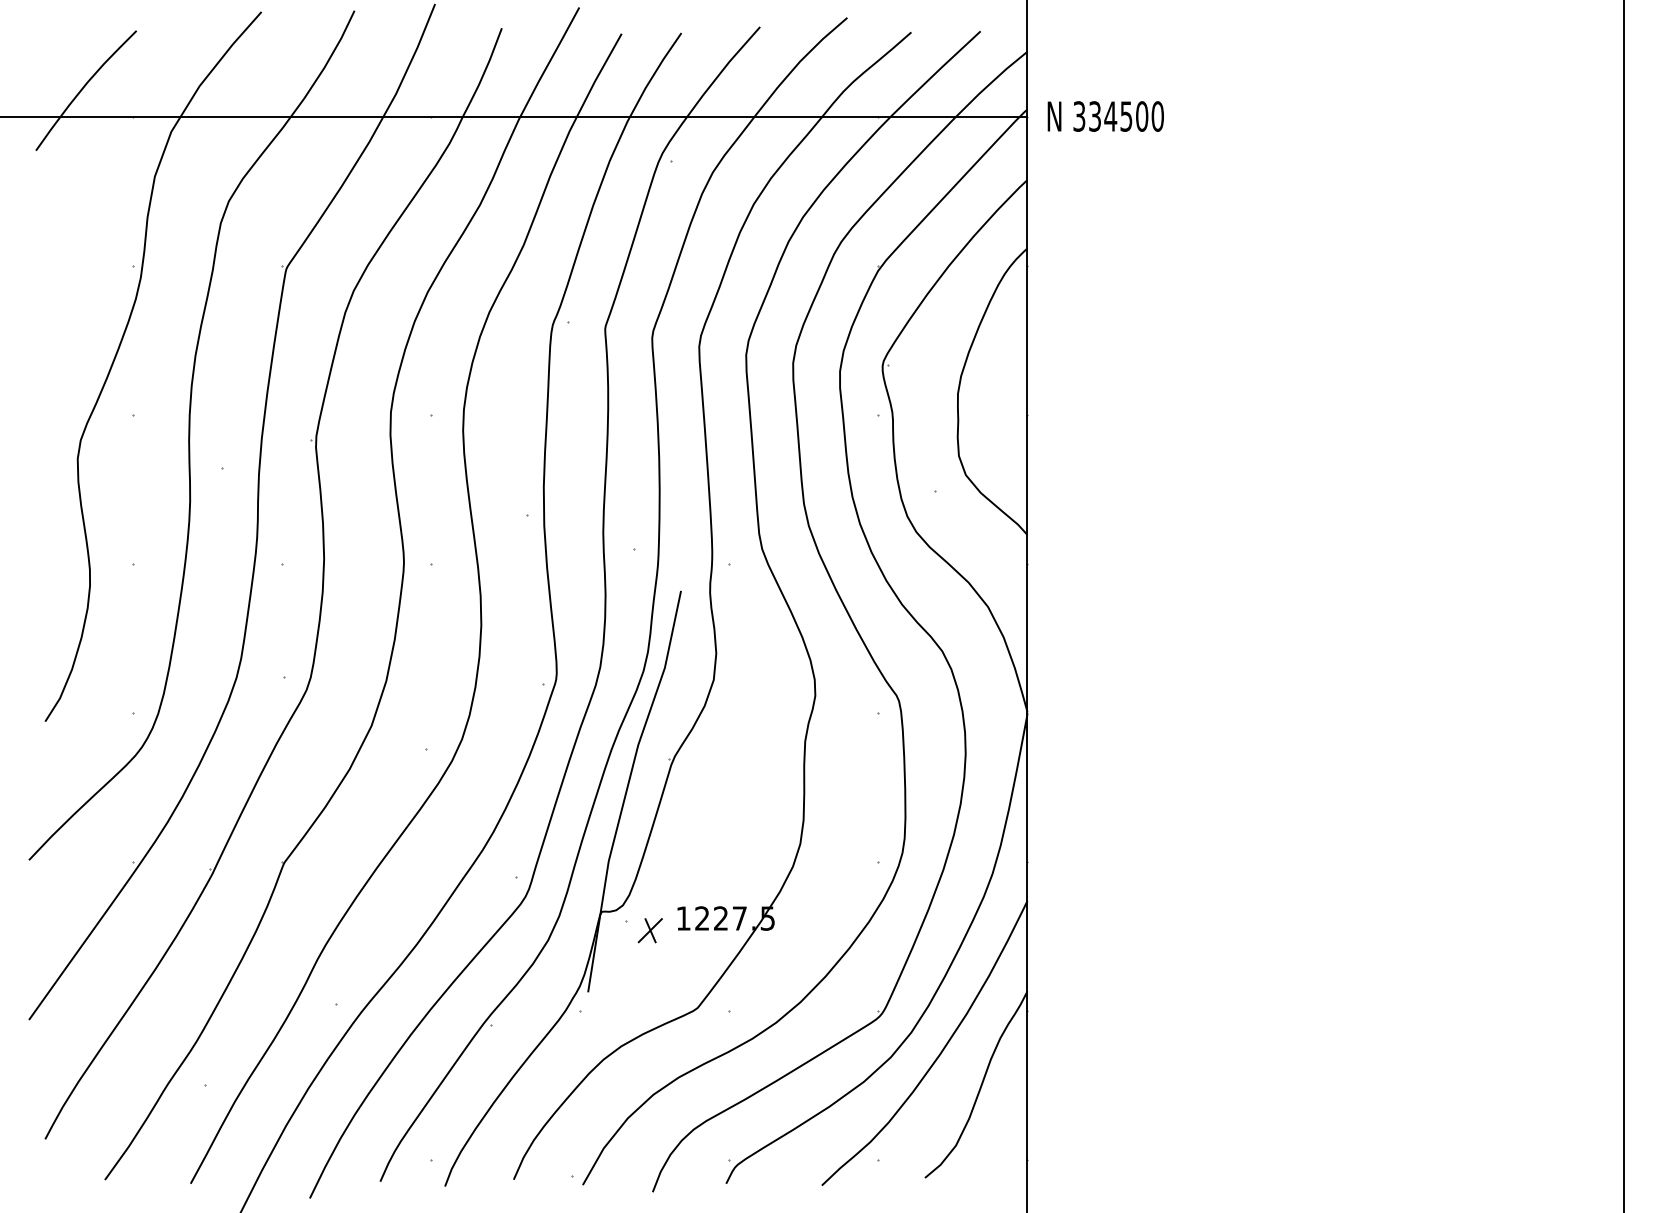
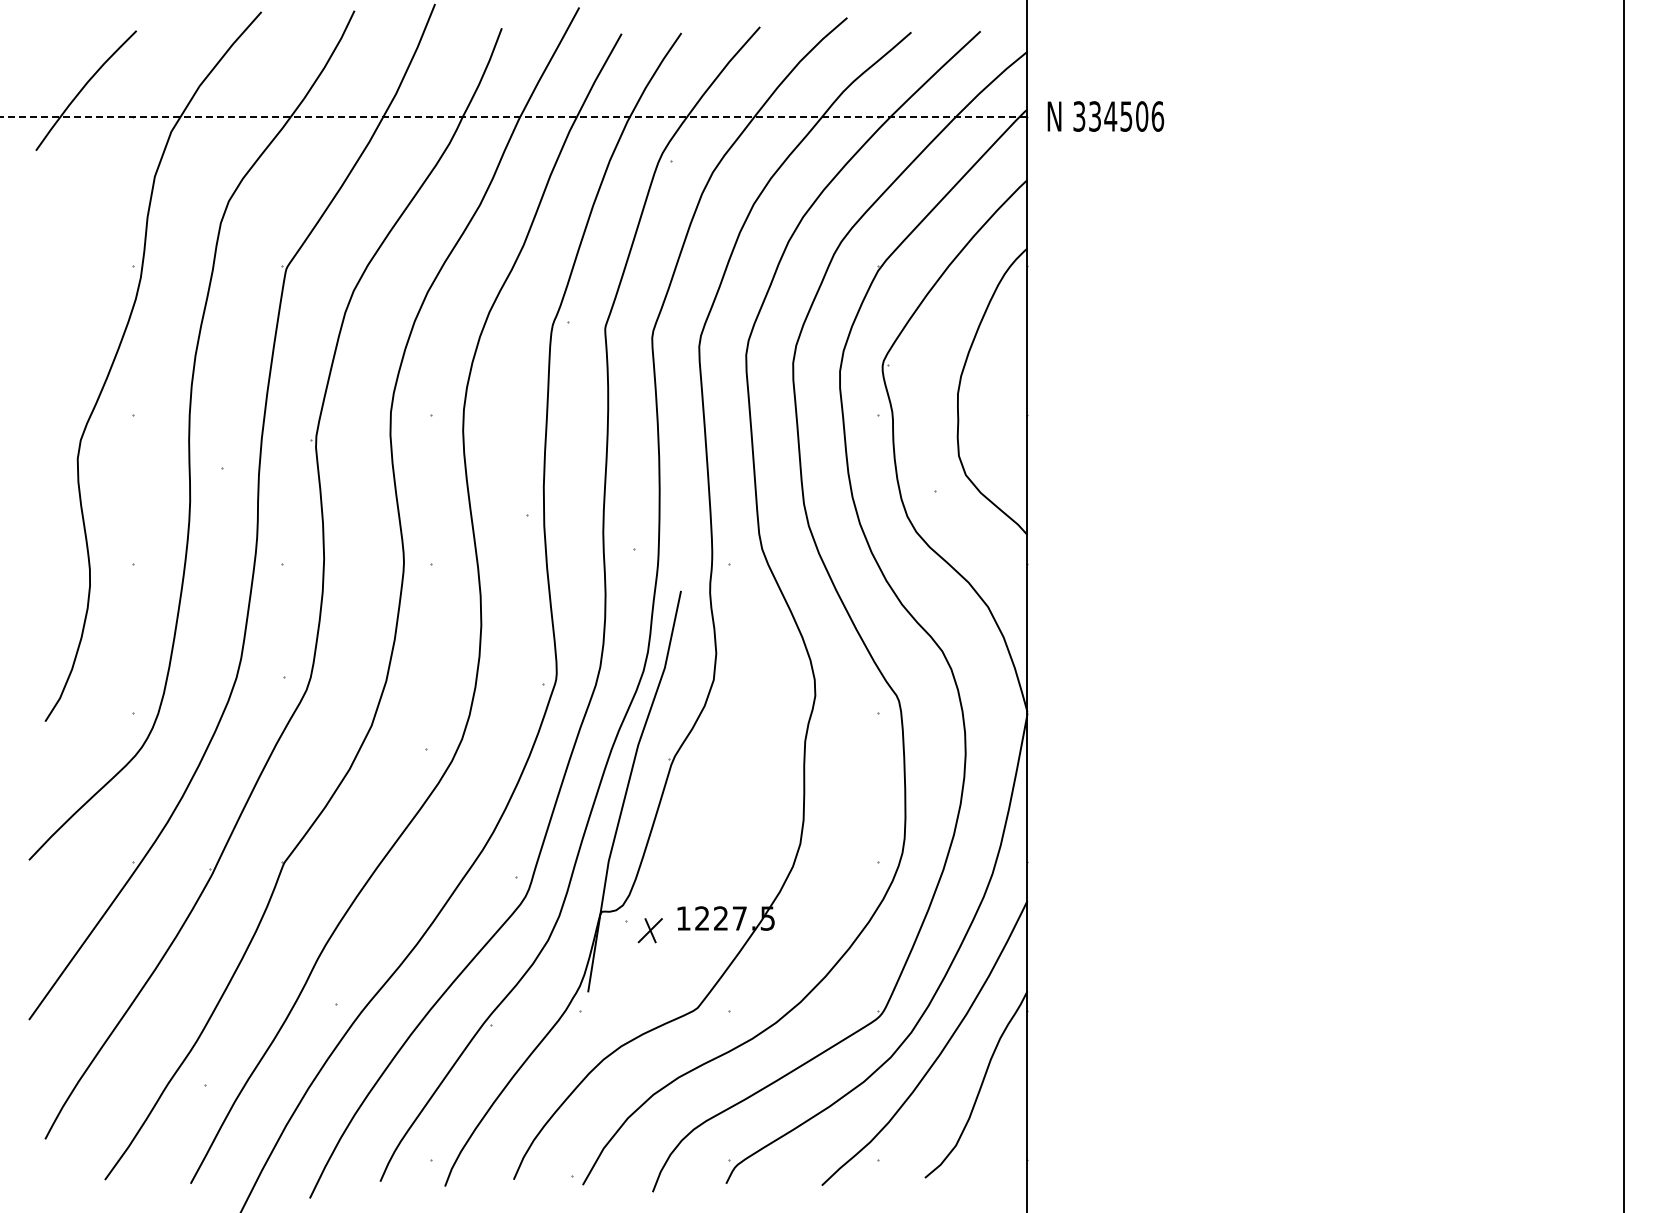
line at (514, 116): solid -> dashed
text at (1157, 116): 334500 -> 334506
